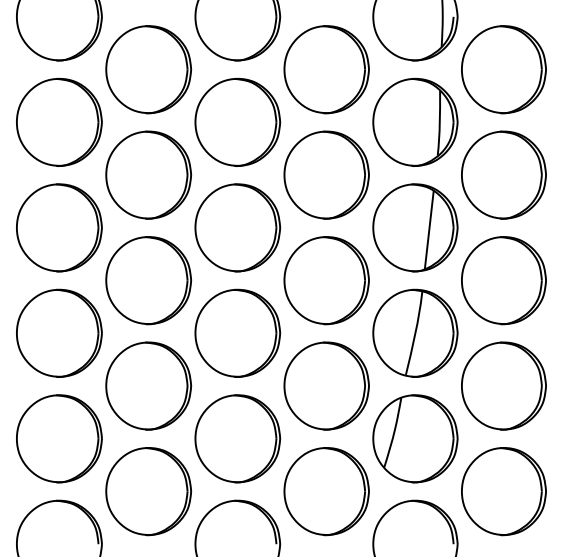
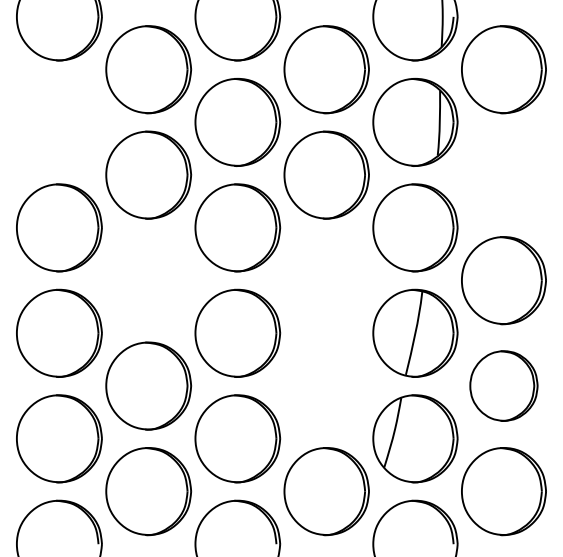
part at (59, 122): present -> none
part at (503, 174): present -> none
line at (428, 229): present -> none
part at (148, 280): present -> none
part at (326, 280): present -> none
part at (326, 385): present -> none
part at (503, 385) size: 86x90 px -> 70x72 px
